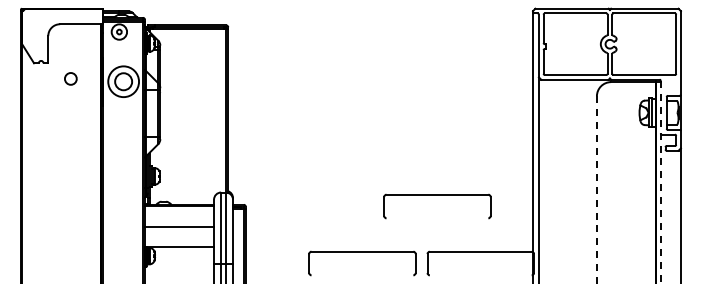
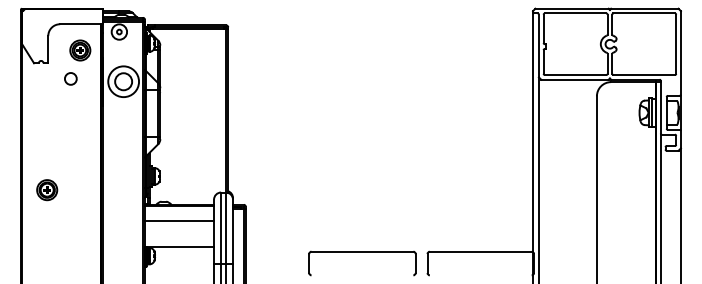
part at (80, 50): none -> present
line at (660, 182): dashed -> solid
part at (47, 190): none -> present
line at (596, 190): dashed -> solid
part at (437, 195): present -> none
line at (179, 226) position: (179, 226) -> (179, 220)
